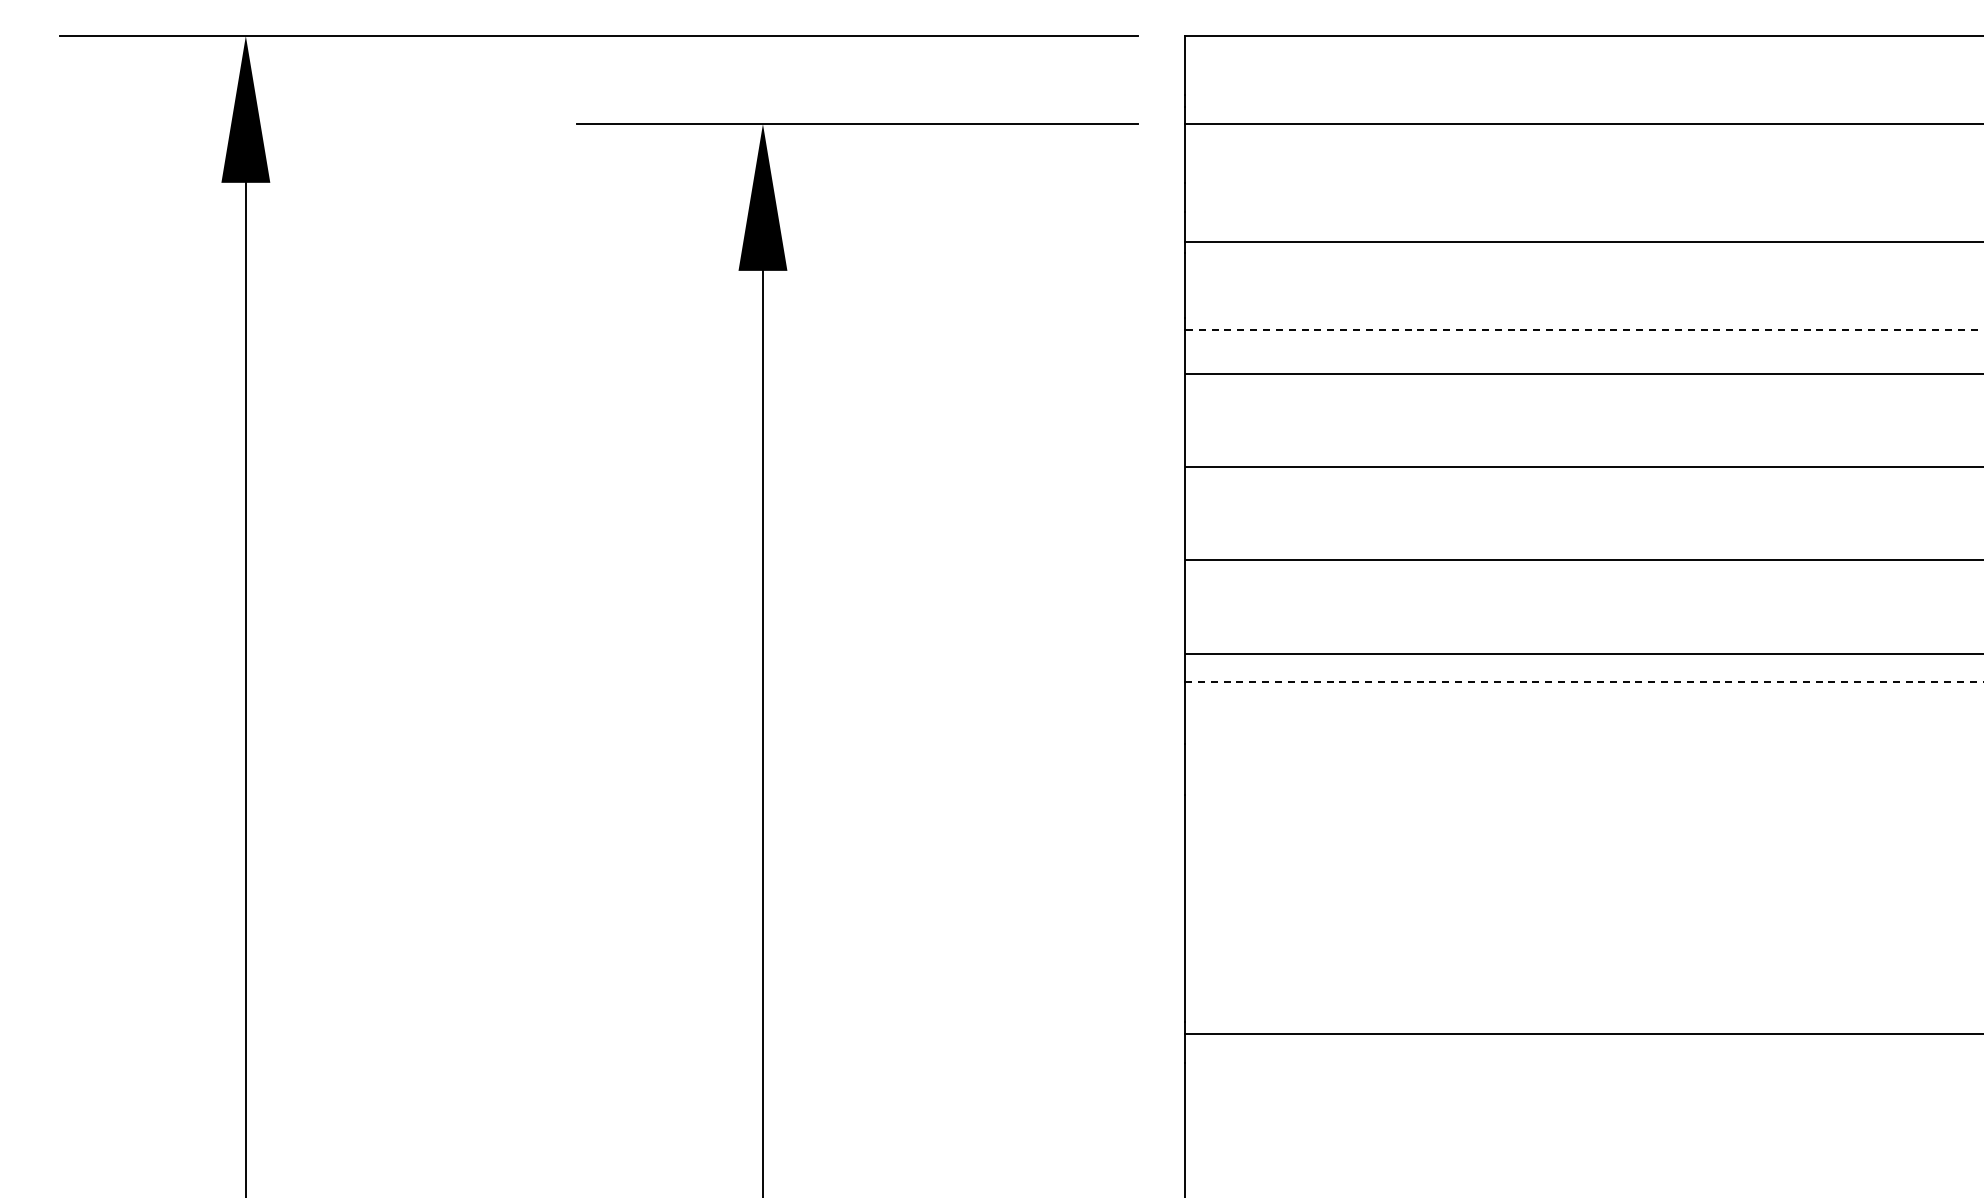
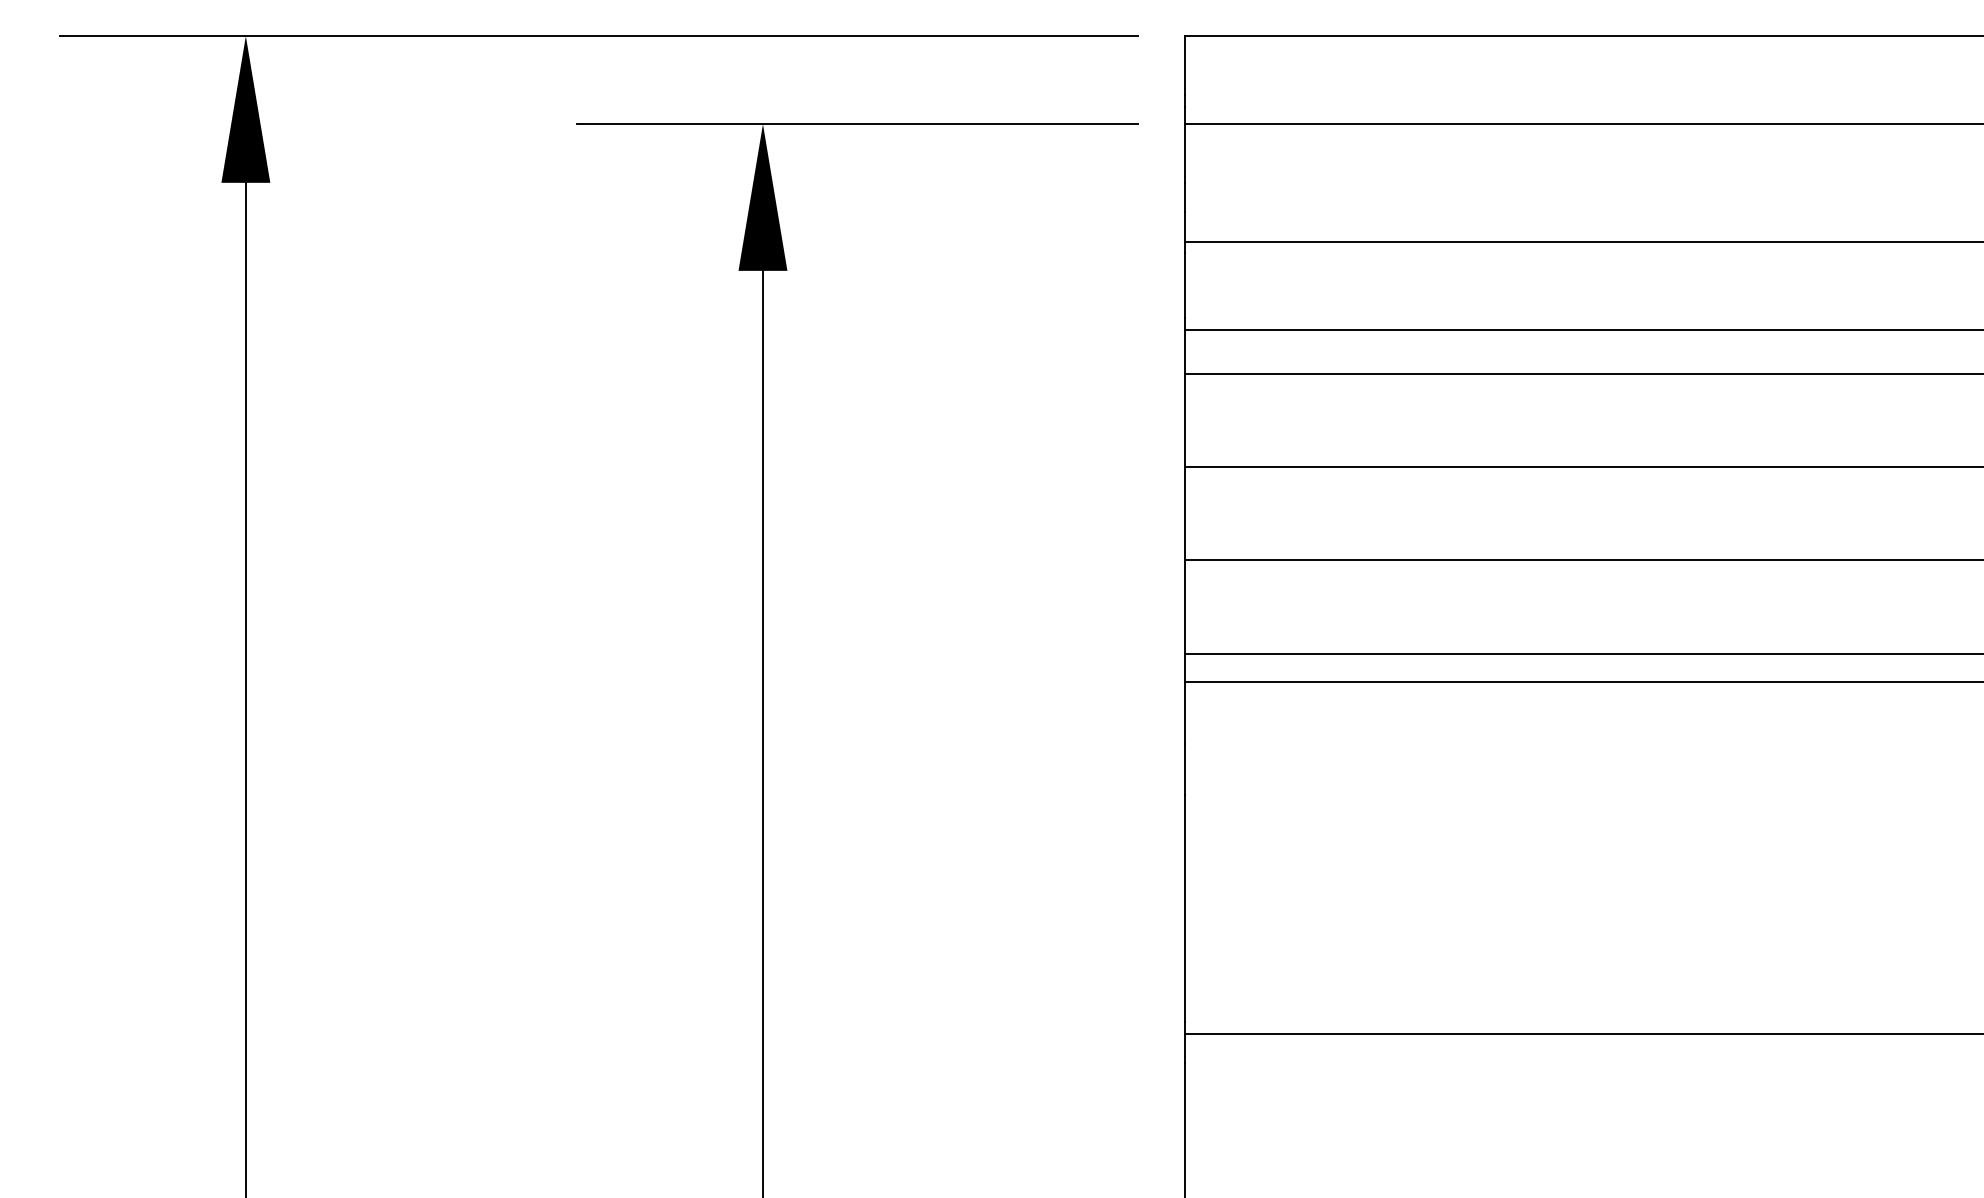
line at (1583, 329): dashed -> solid
line at (1584, 681): dashed -> solid
